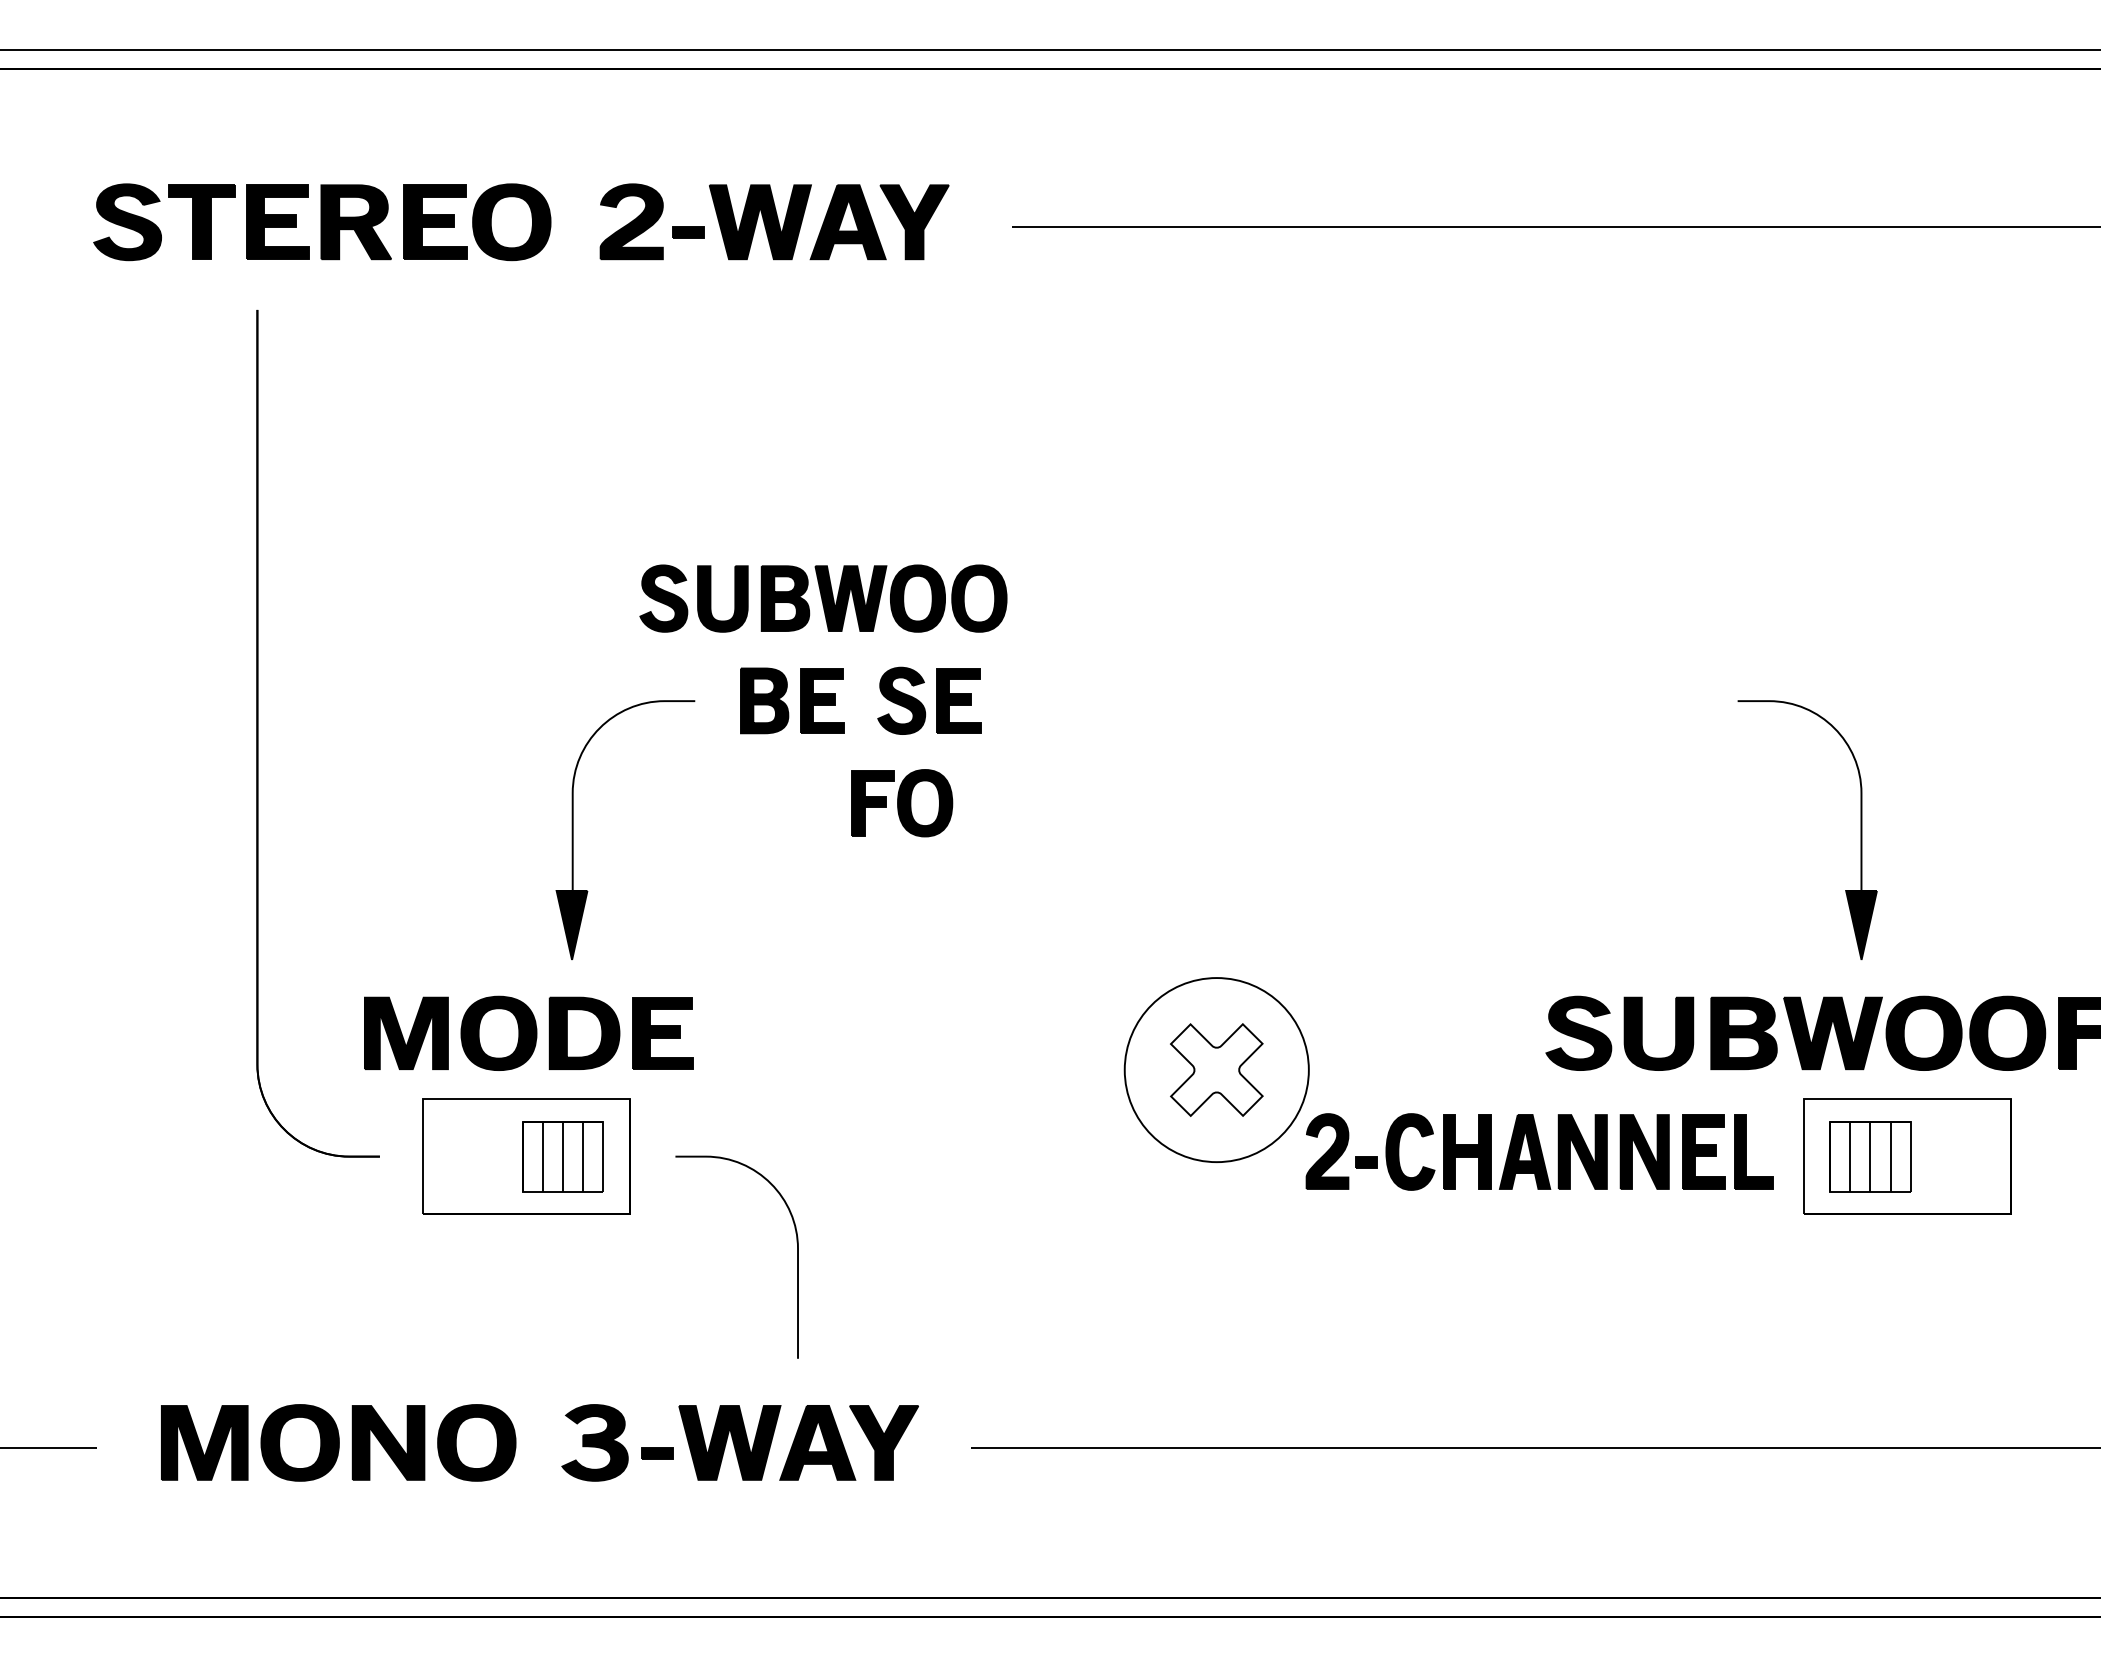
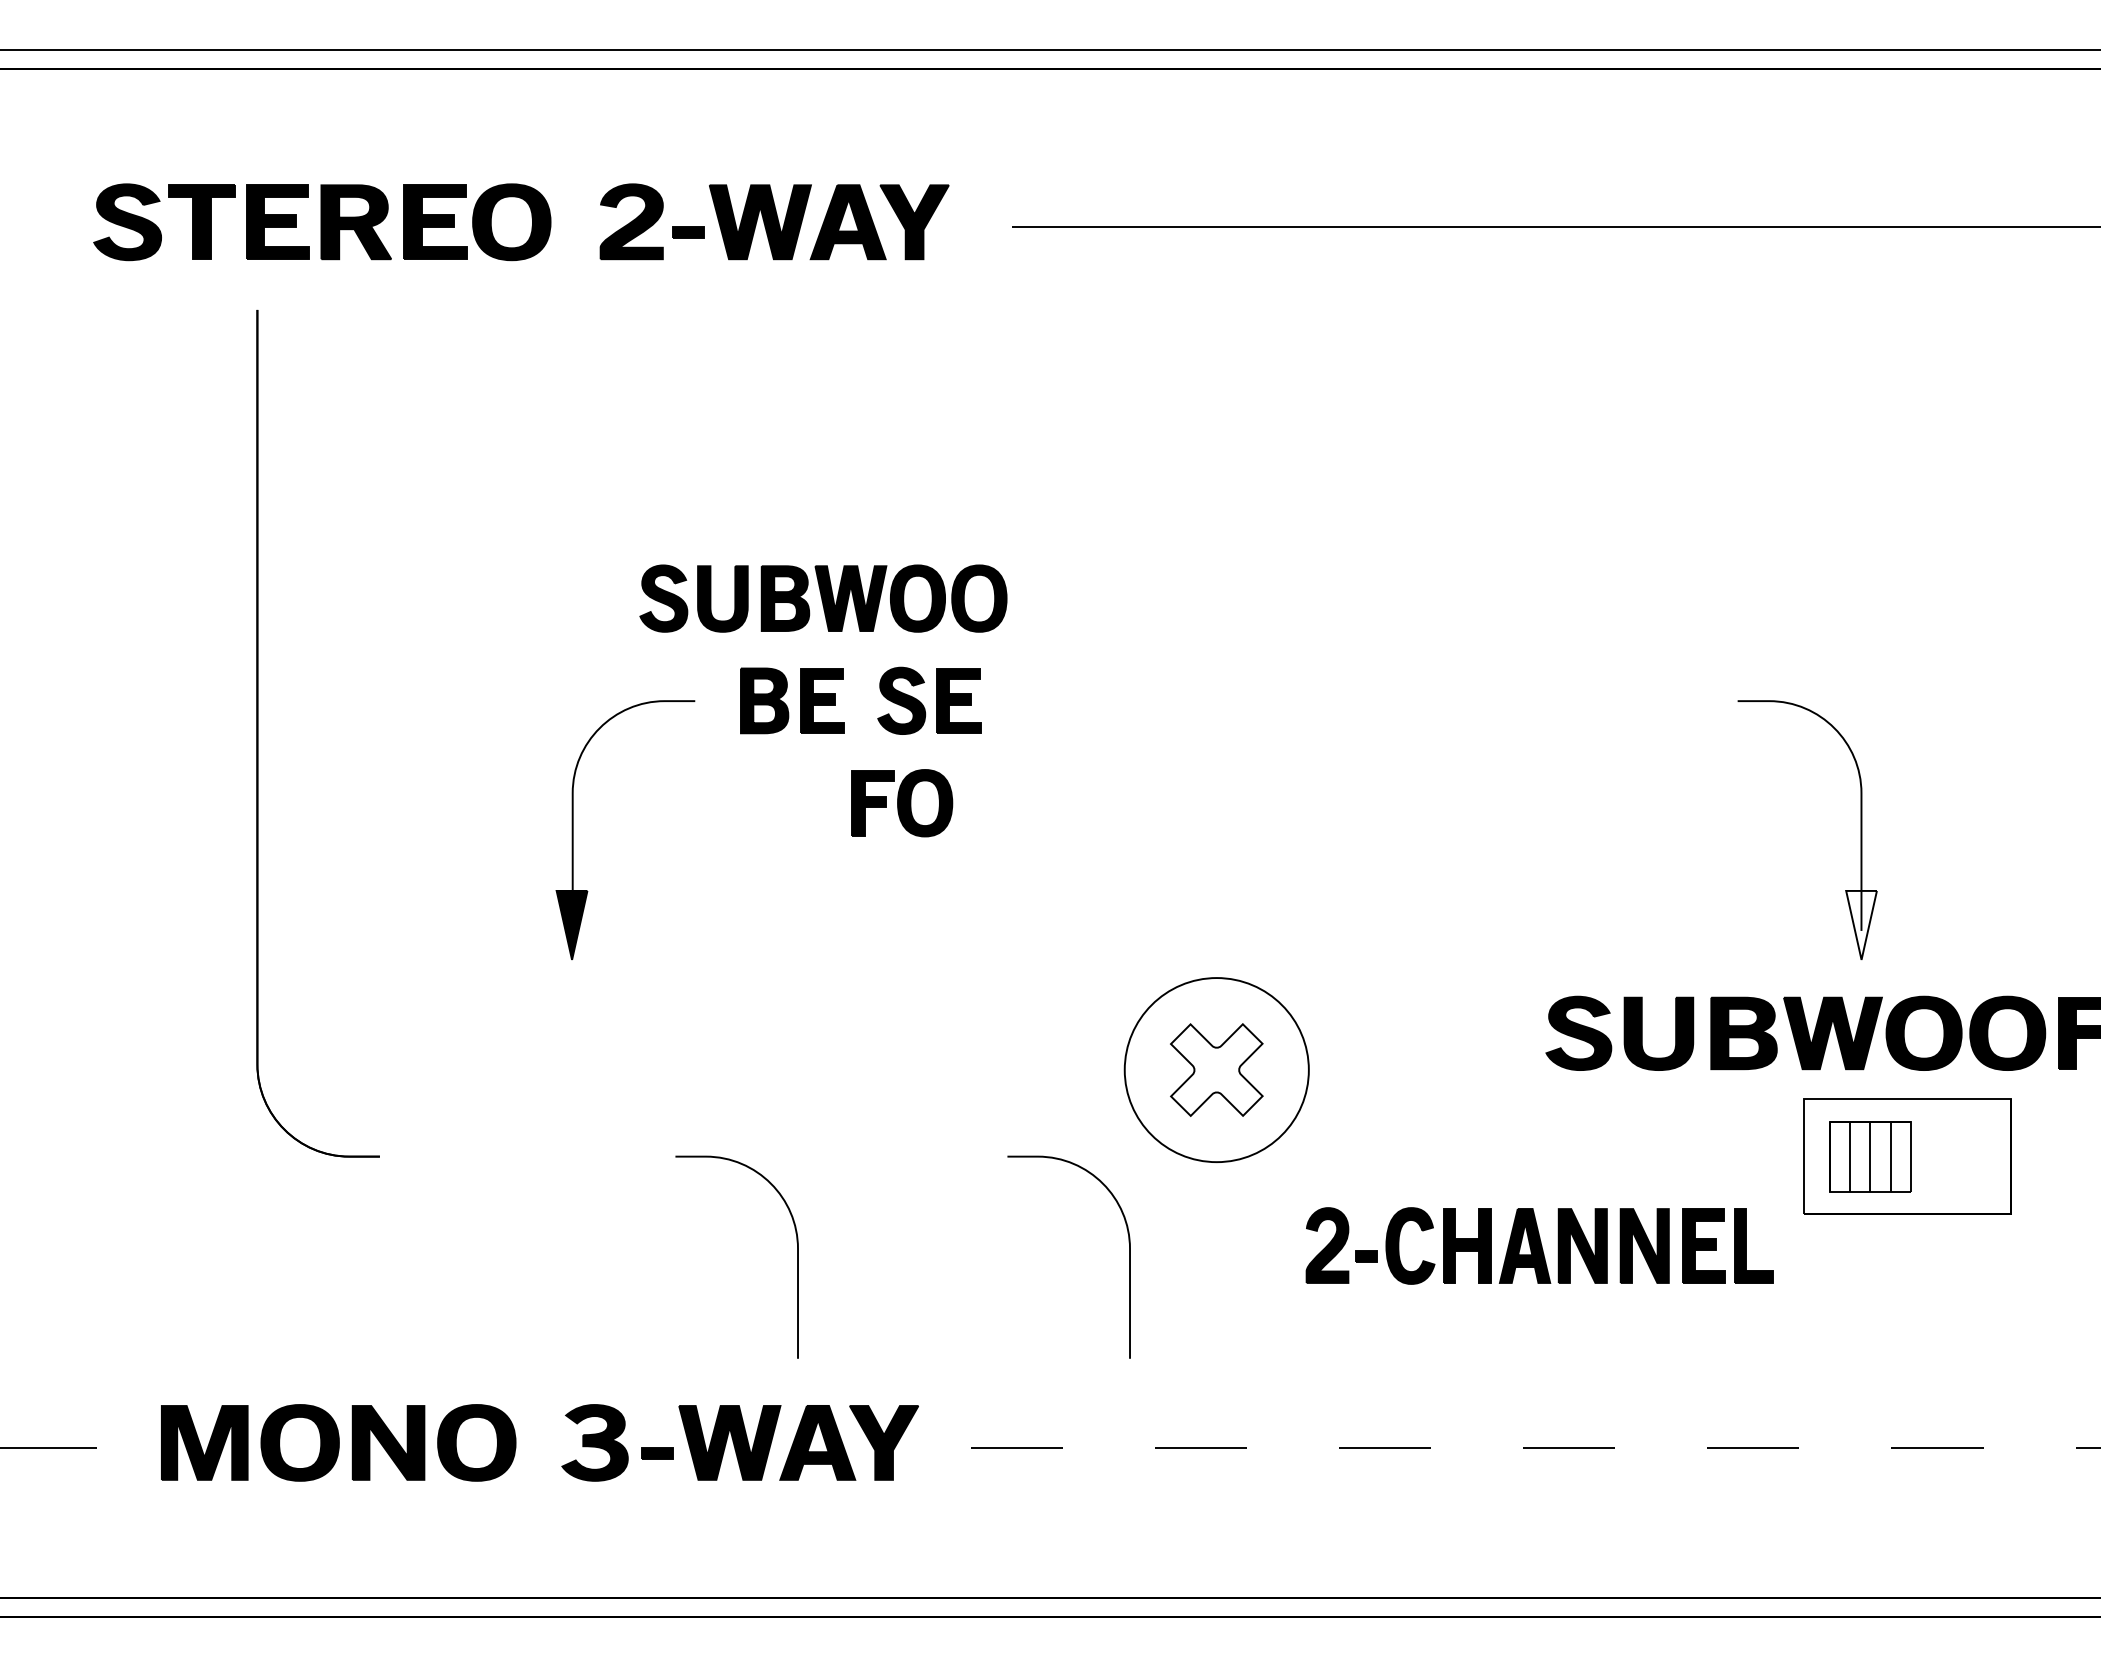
fill at (1861, 924): present -> none
part at (528, 1032): present -> none
part at (1539, 1151) position: (1539, 1151) -> (1539, 1245)
part at (526, 1156): present -> none
curve at (1129, 1256): none -> present
line at (1535, 1447): solid -> dashed
